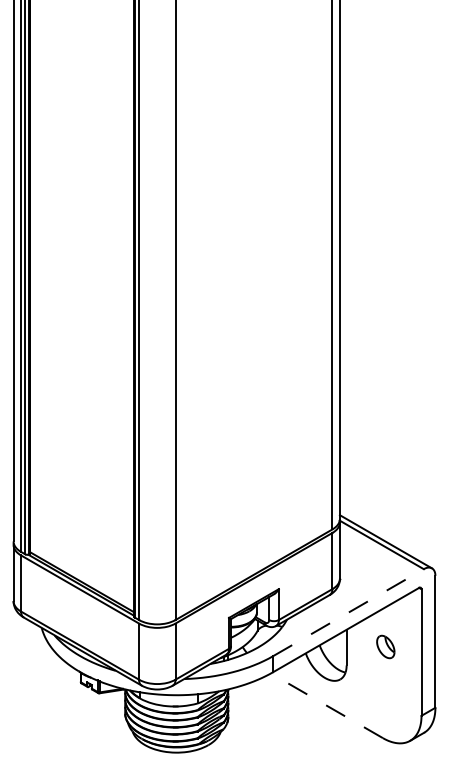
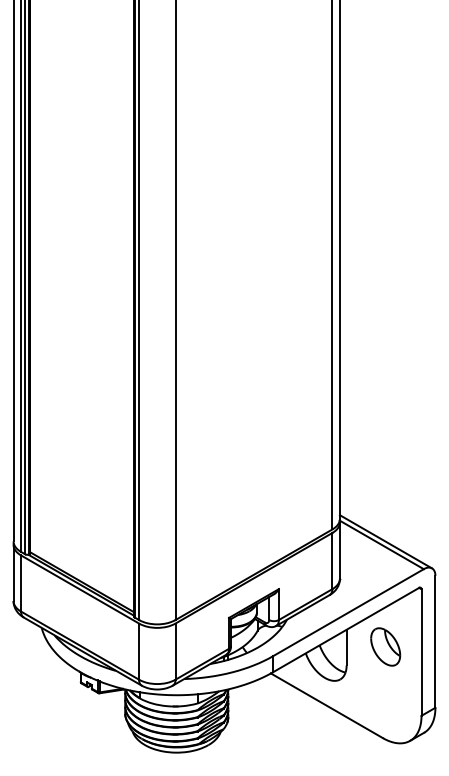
line at (348, 612): dashed -> solid
part at (385, 646) size: 20x26 px -> 32x40 px
line at (326, 705): dashed -> solid
